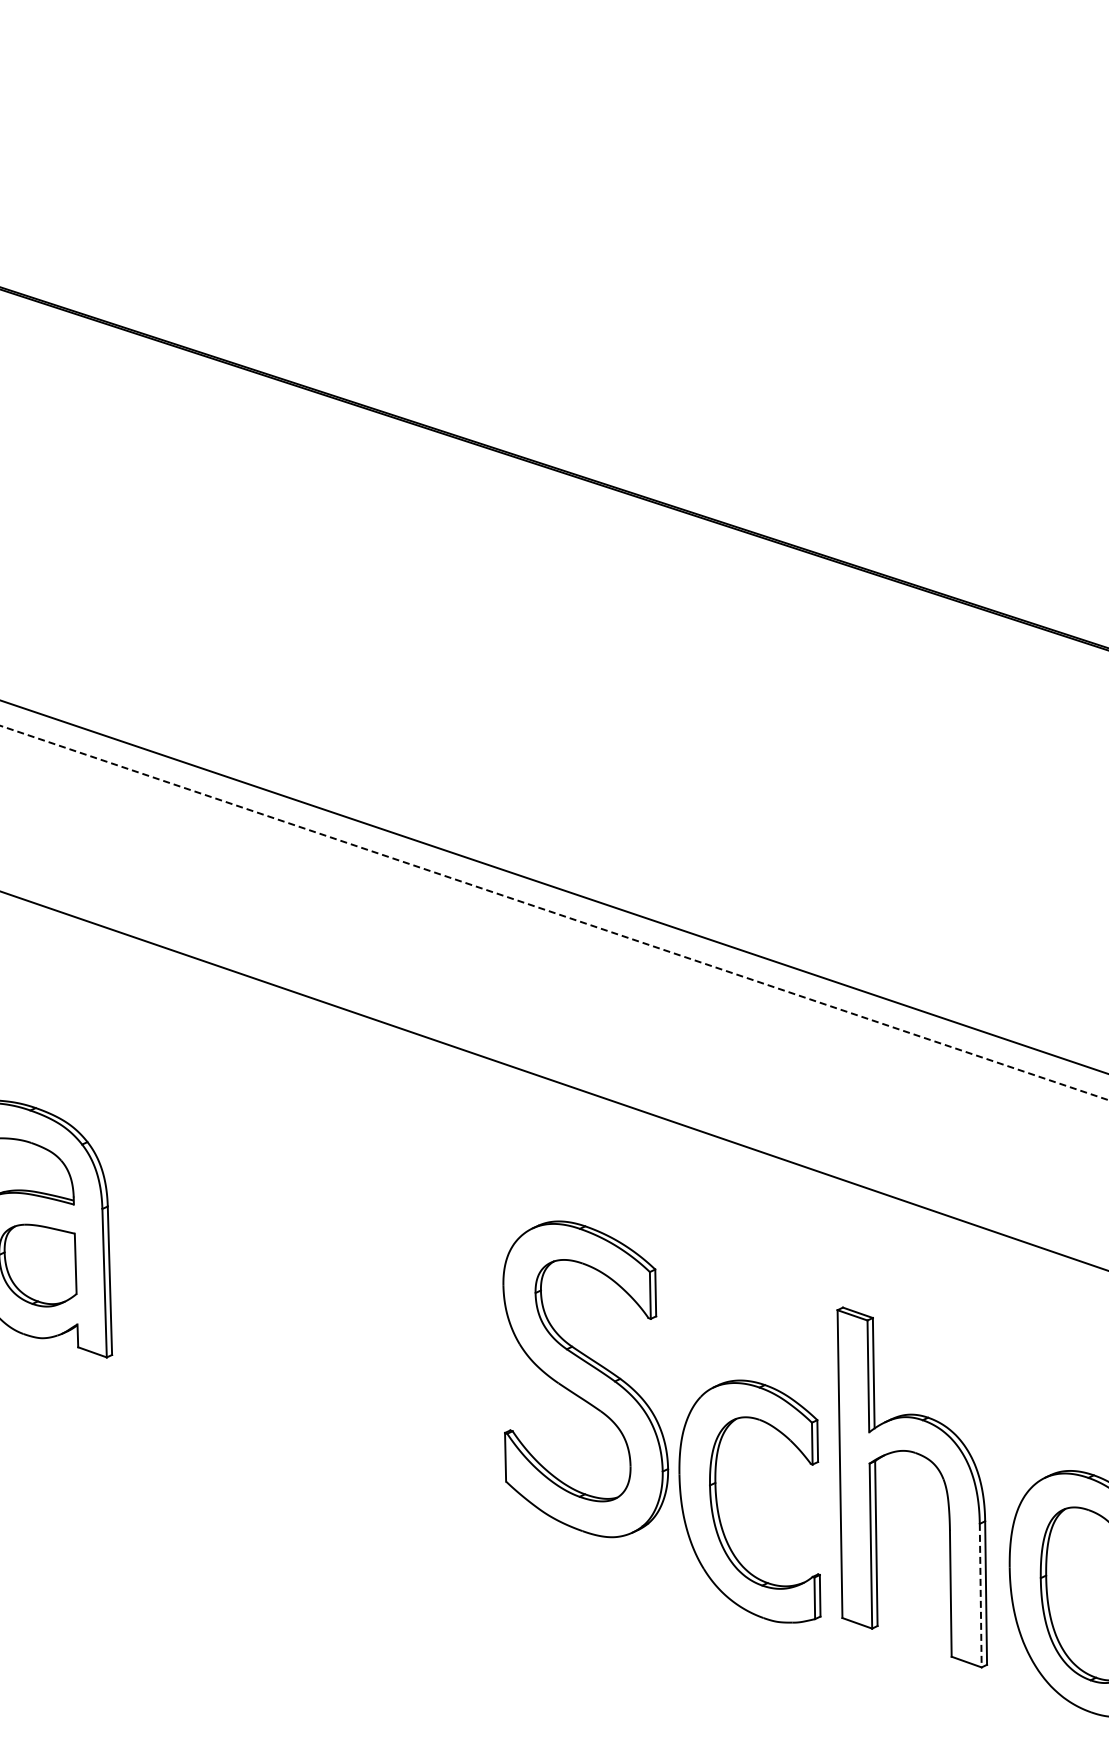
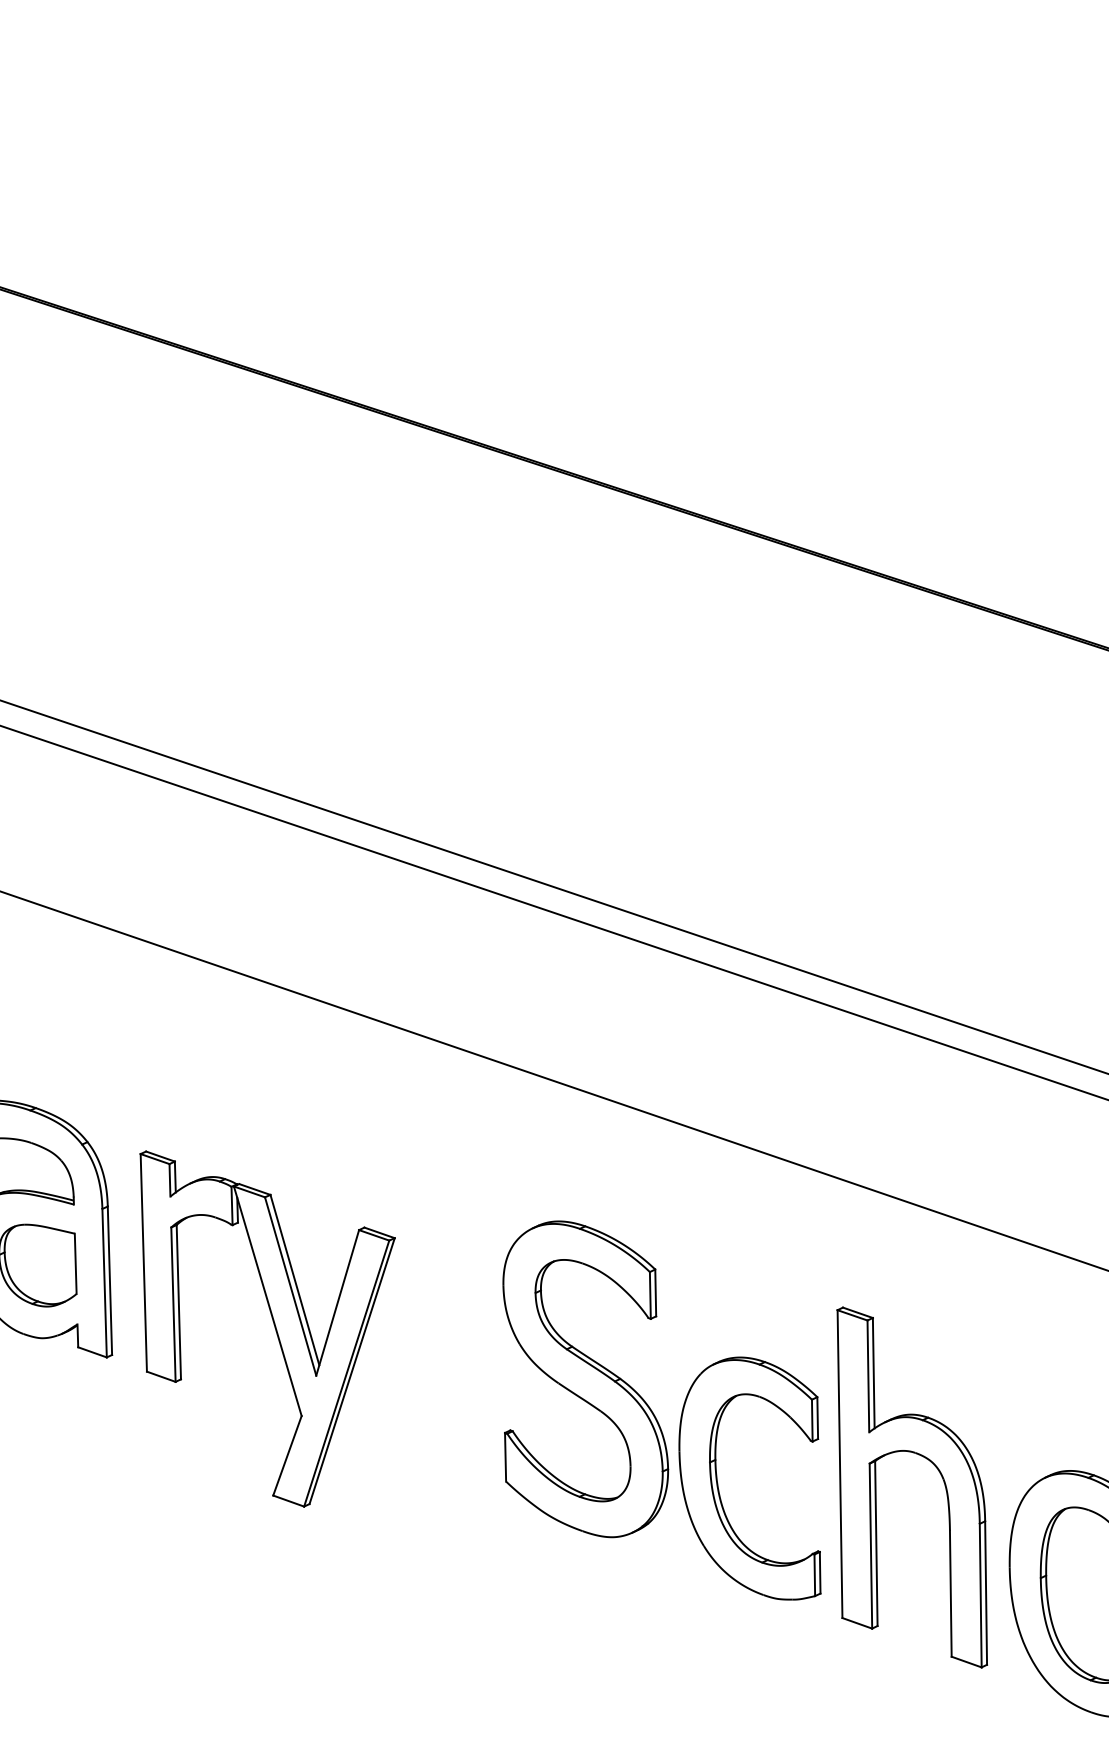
line at (554, 913): dashed -> solid
part at (274, 1328): none -> present
part at (718, 1506) position: (718, 1506) -> (718, 1483)
line at (980, 1595): dashed -> solid
